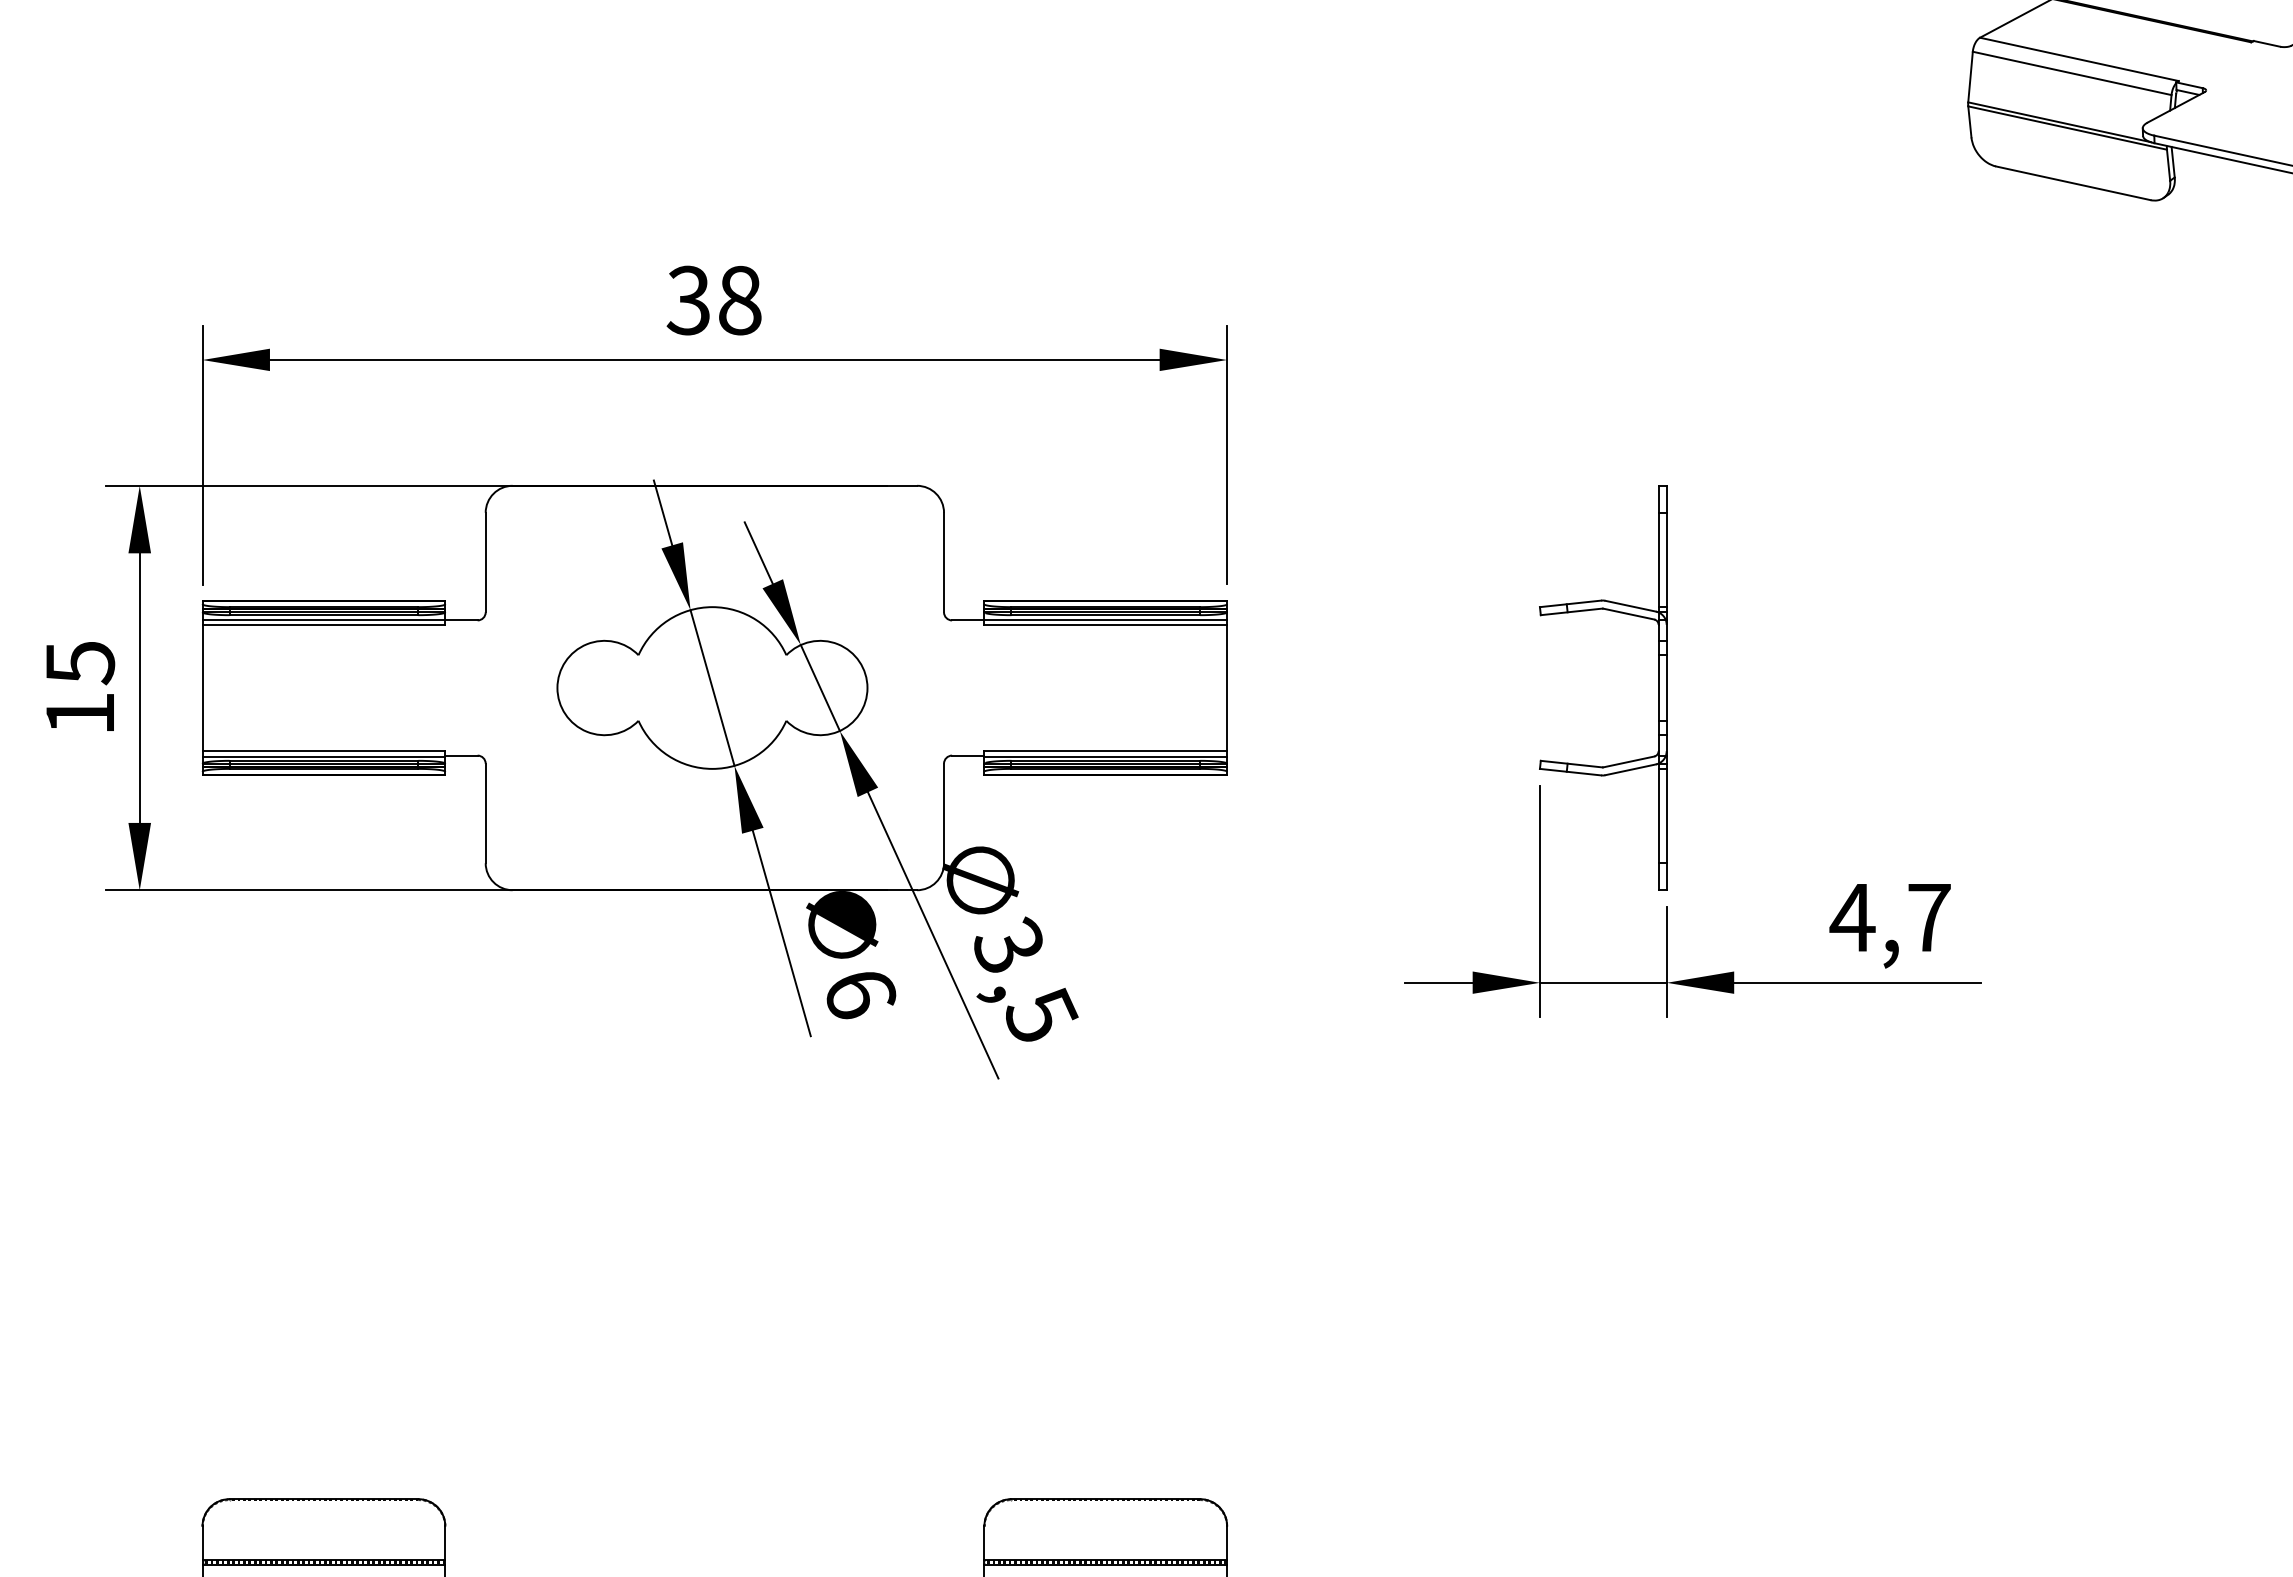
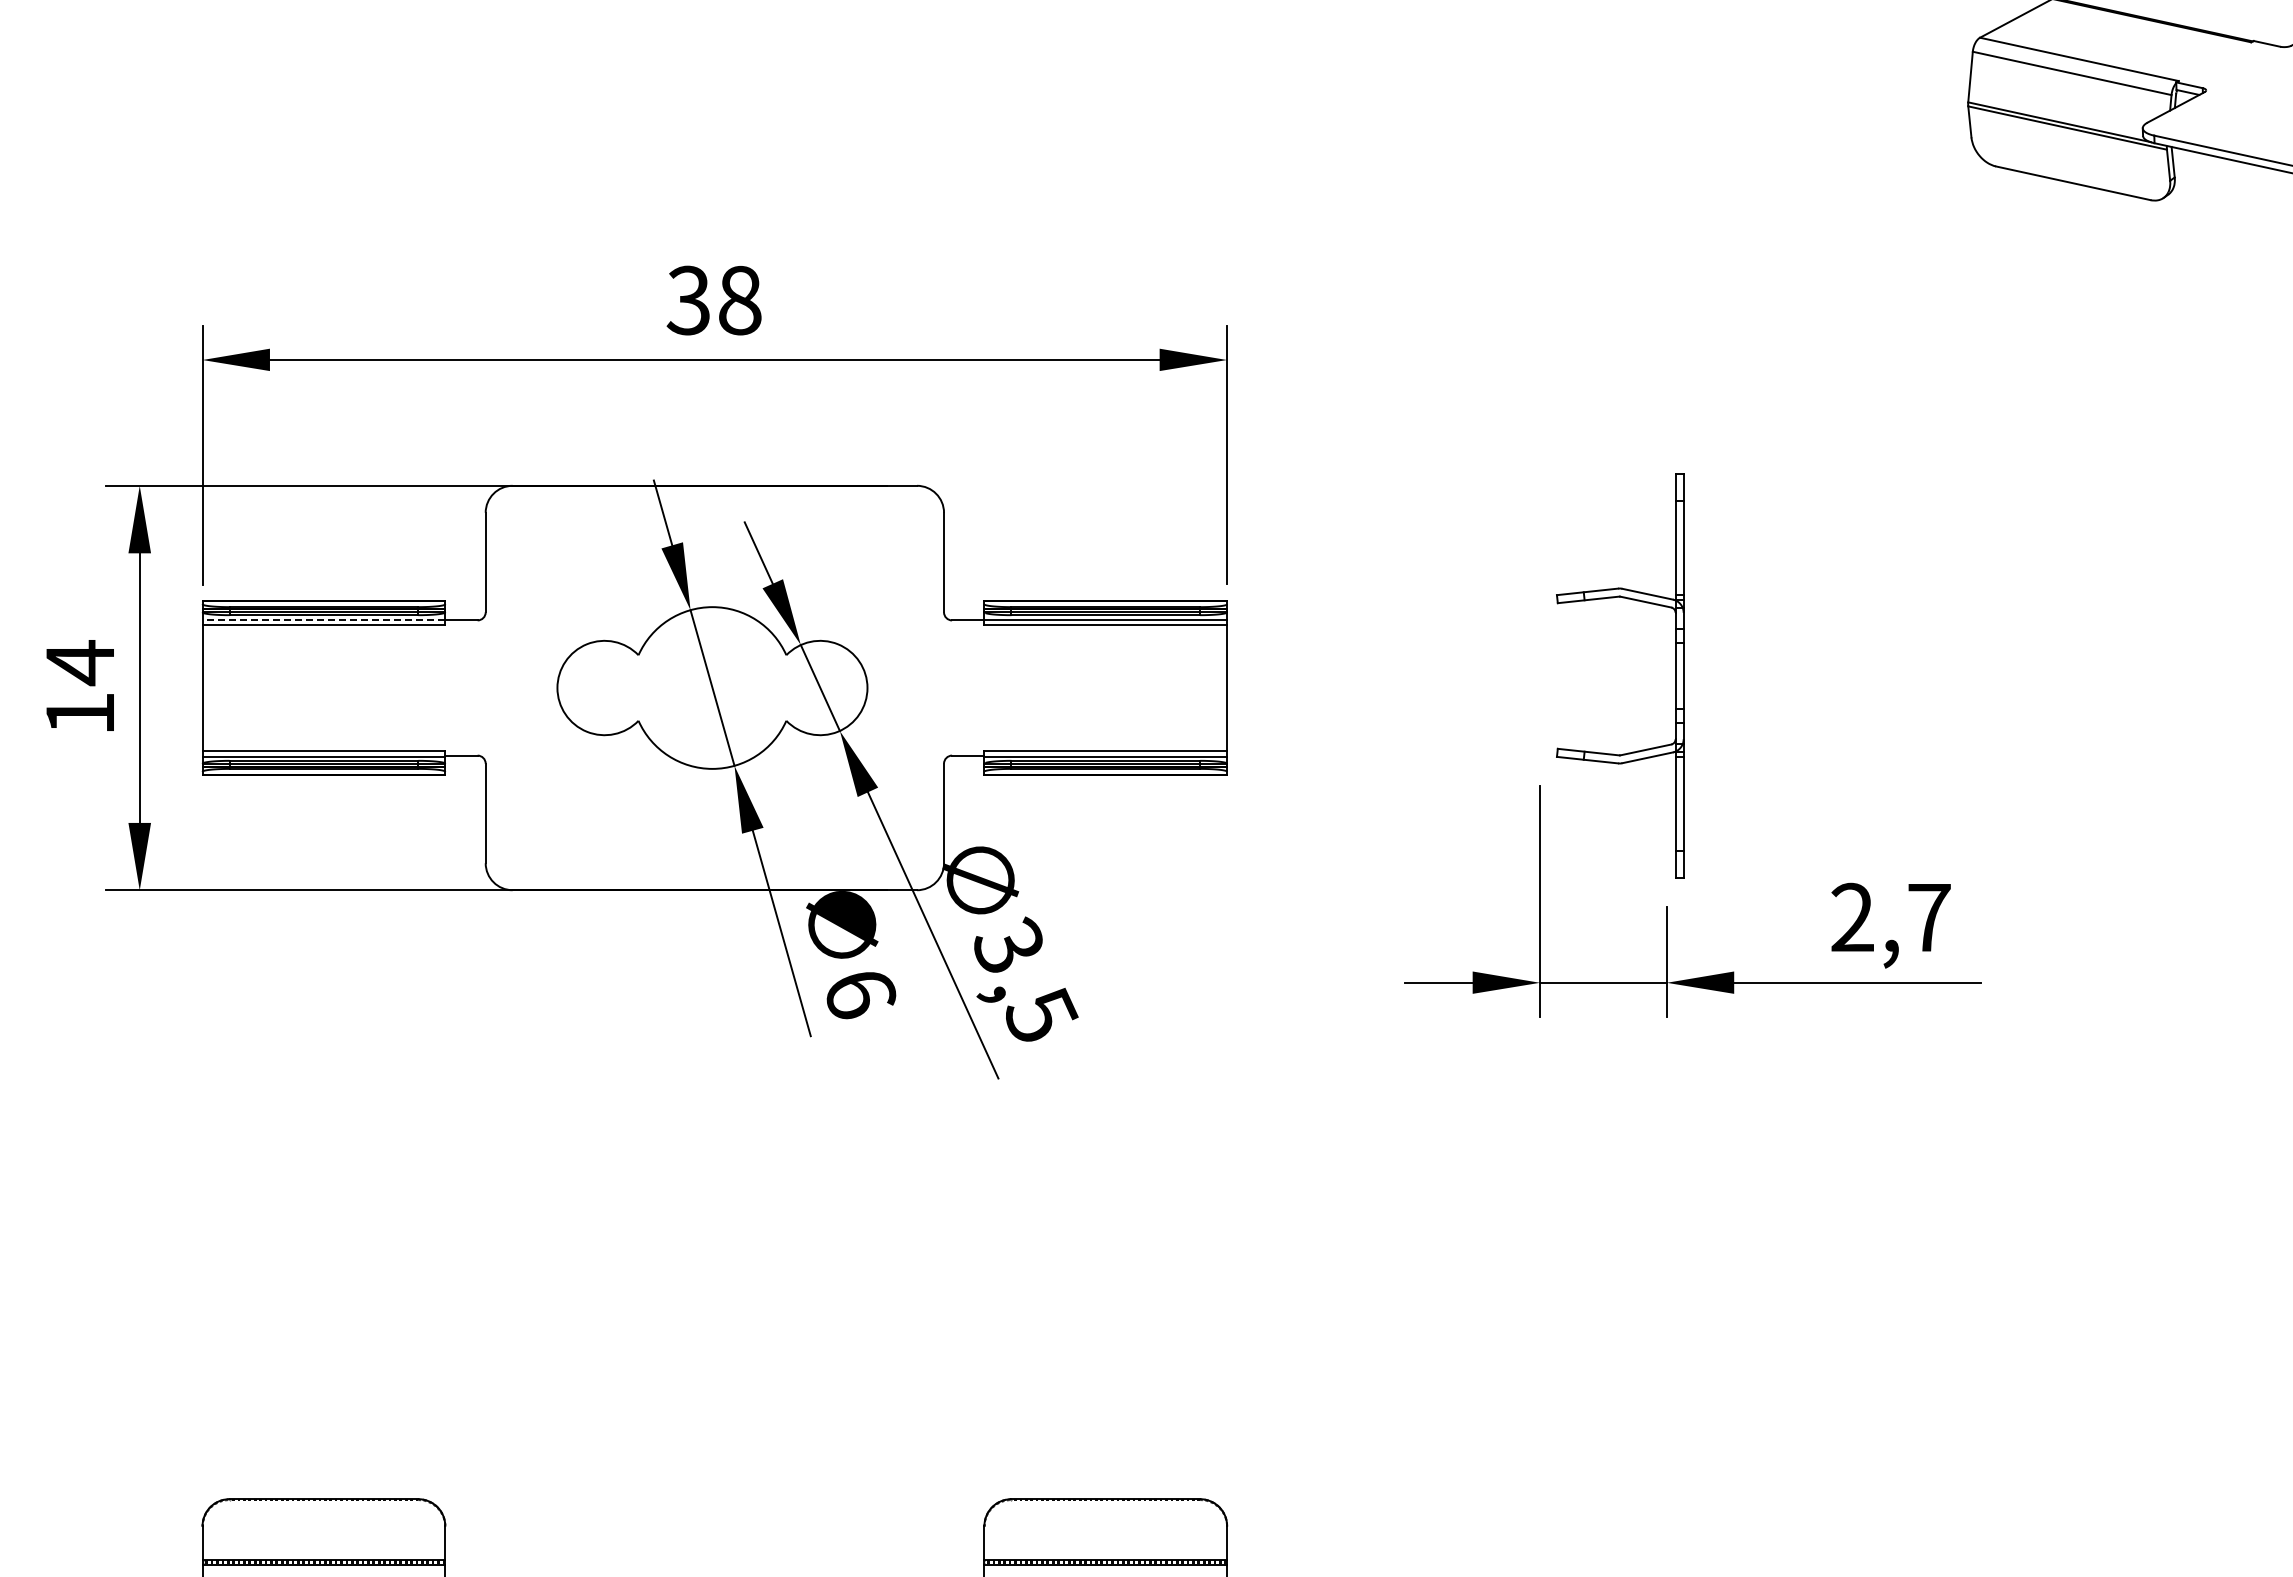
line at (323, 619): solid -> dashed
text at (80, 663): 15 -> 14
part at (1658, 687) position: (1658, 687) -> (1675, 675)
text at (1852, 916): 4,7 -> 2,7
